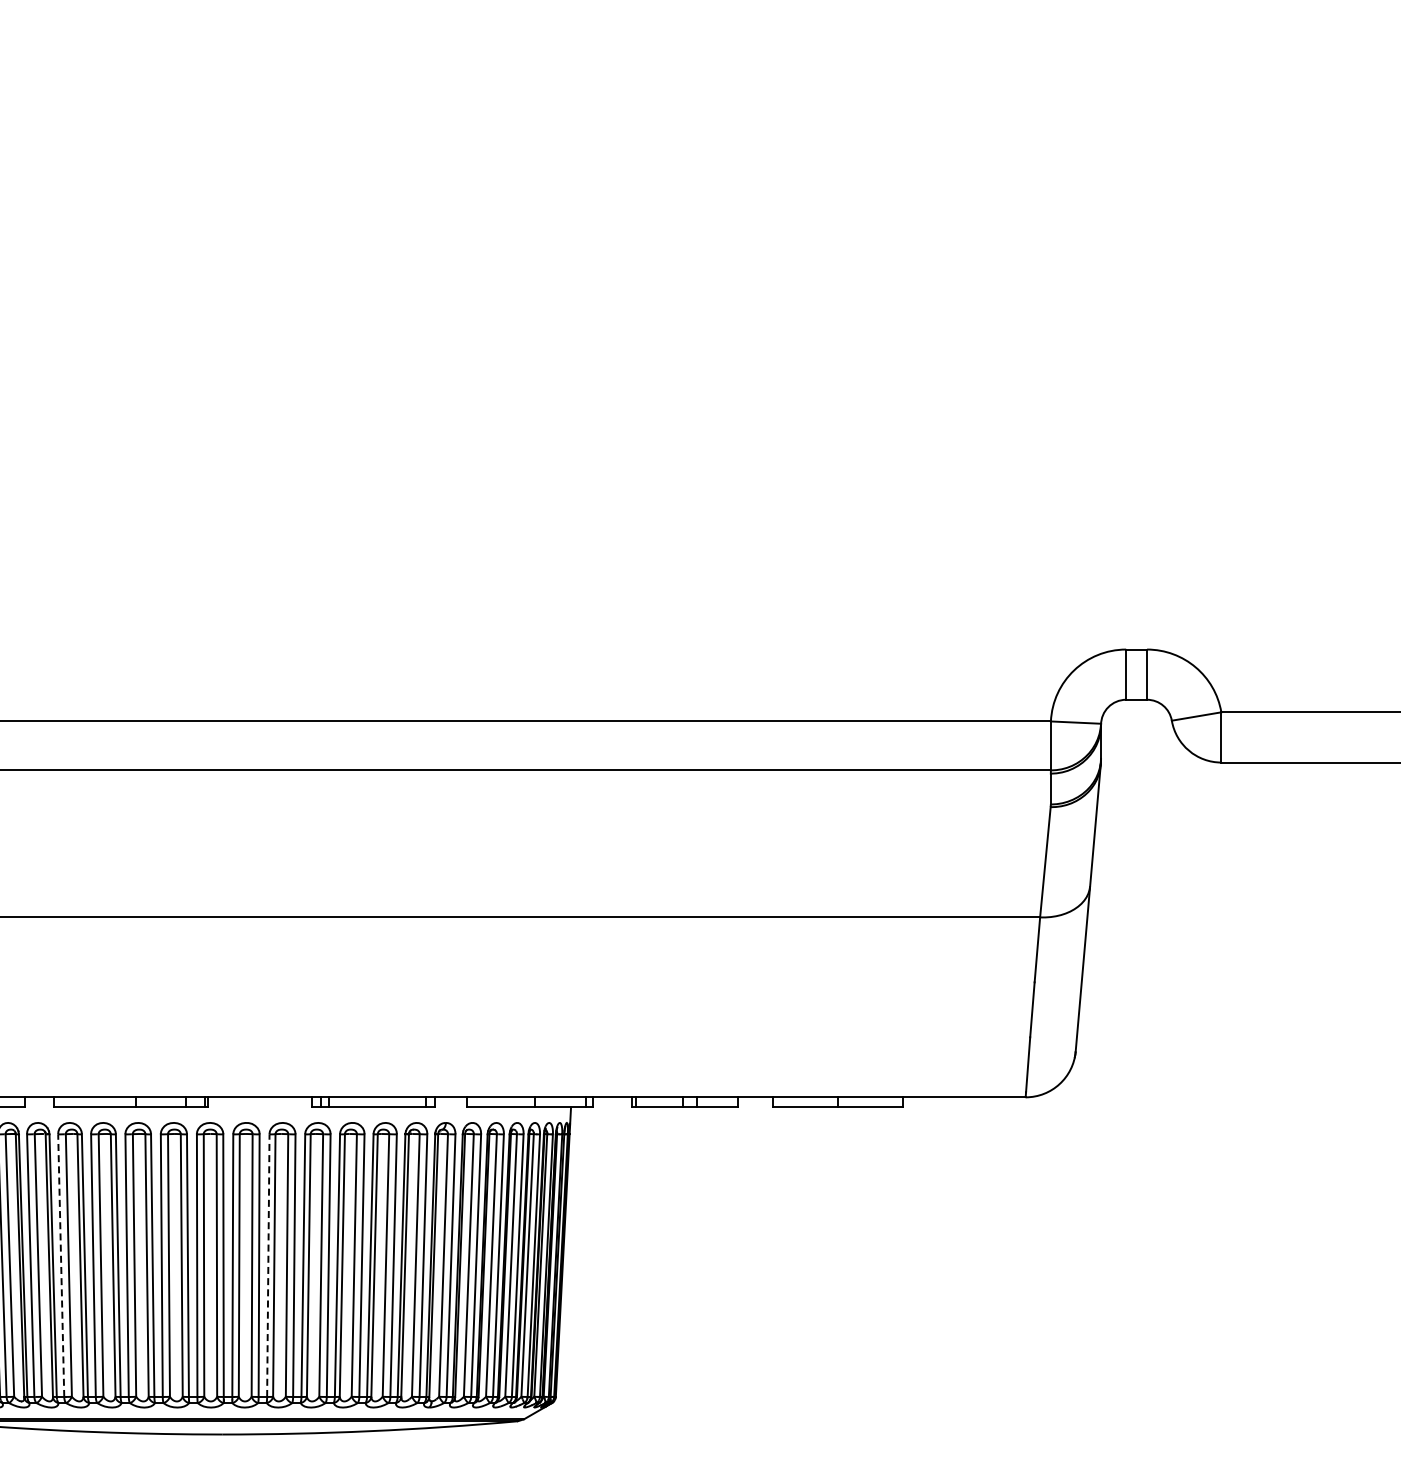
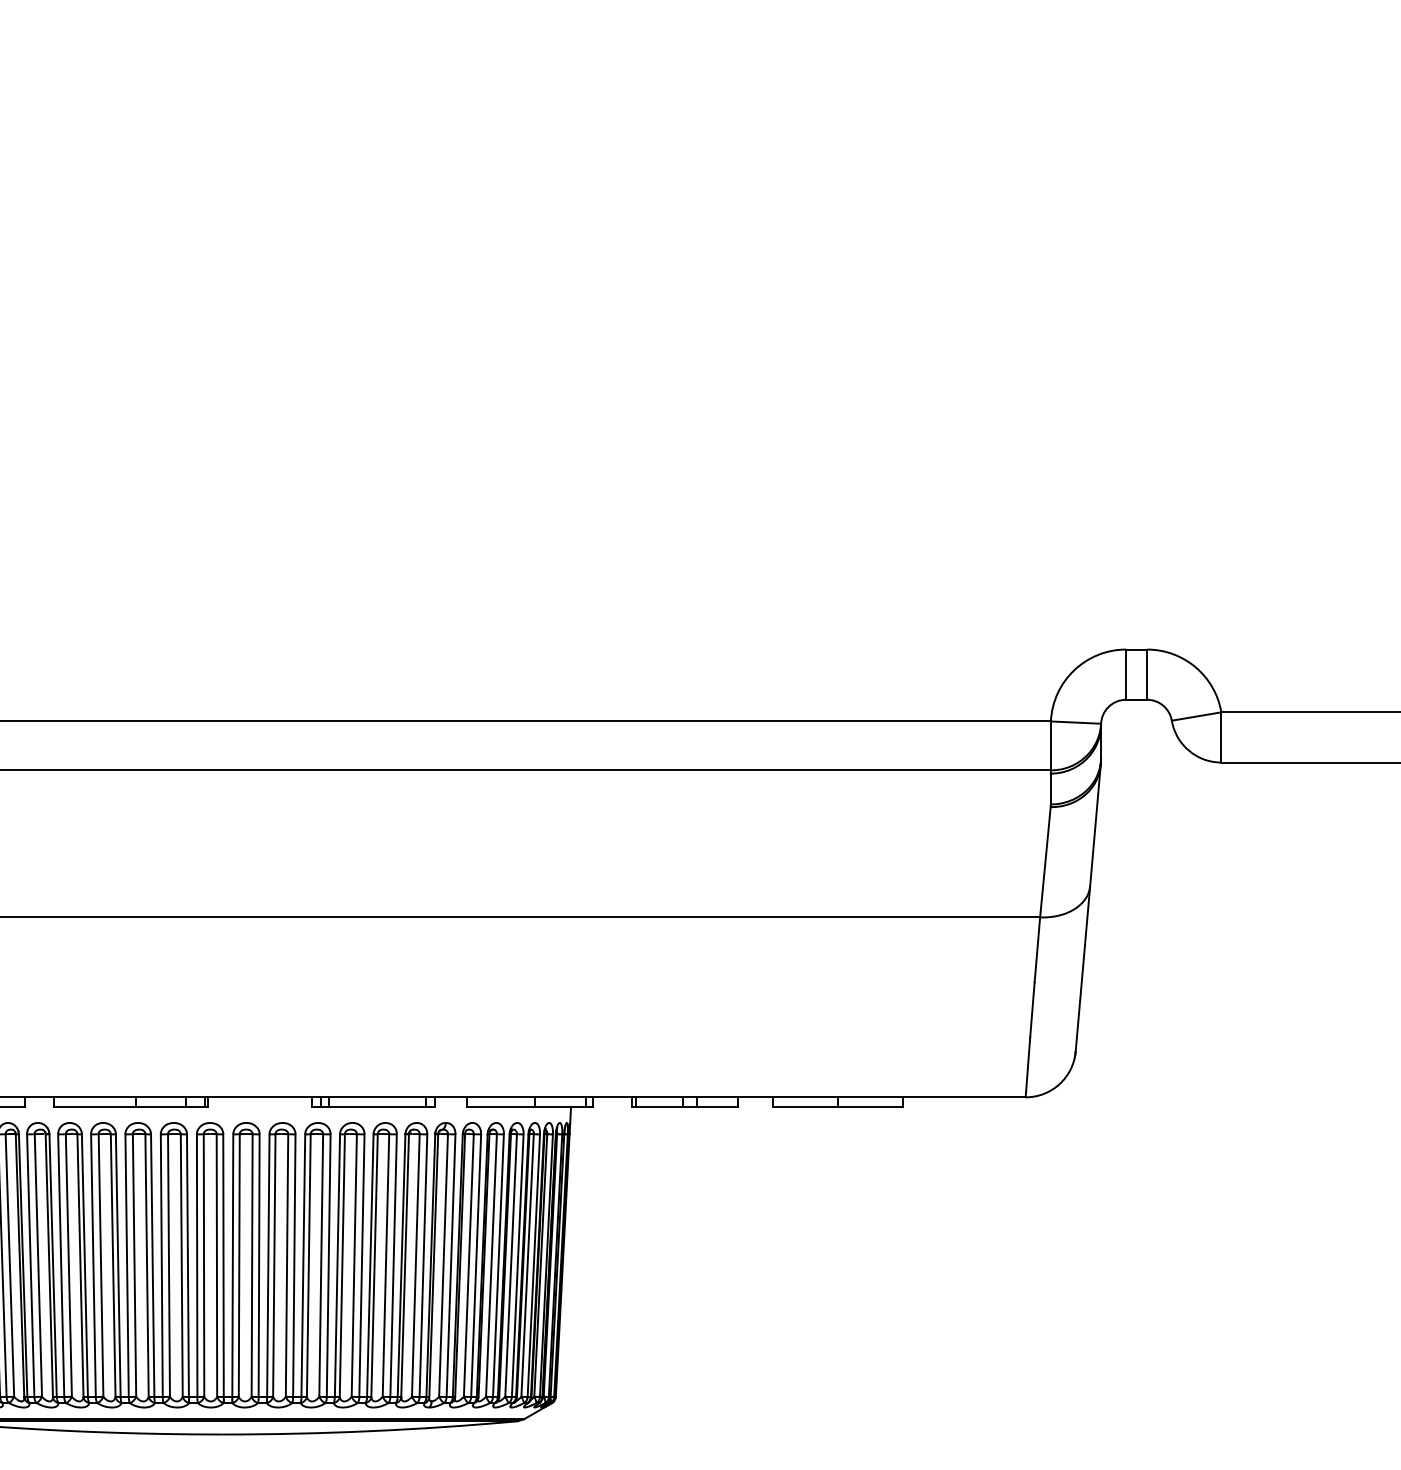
line at (61, 1265): dashed -> solid
line at (268, 1265): dashed -> solid
